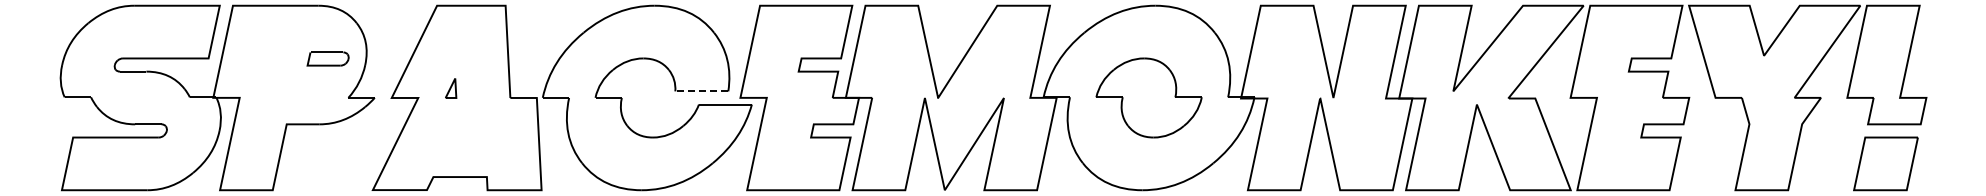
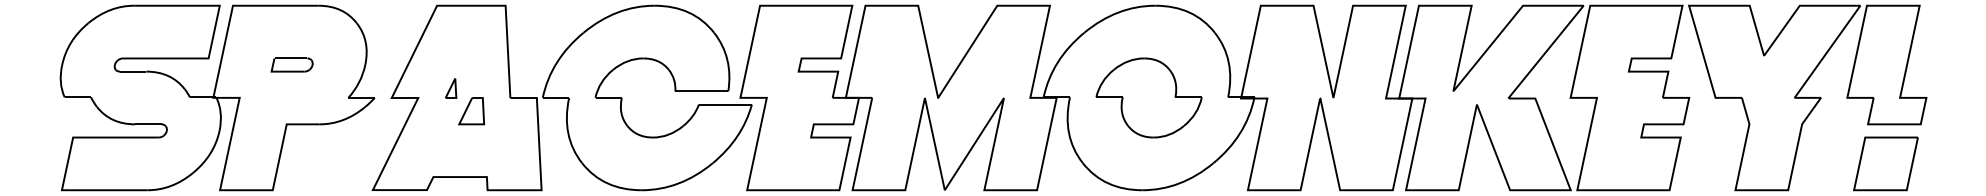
part at (327, 58) position: (327, 58) -> (291, 64)
line at (701, 91): dashed -> solid
part at (471, 111): none -> present
